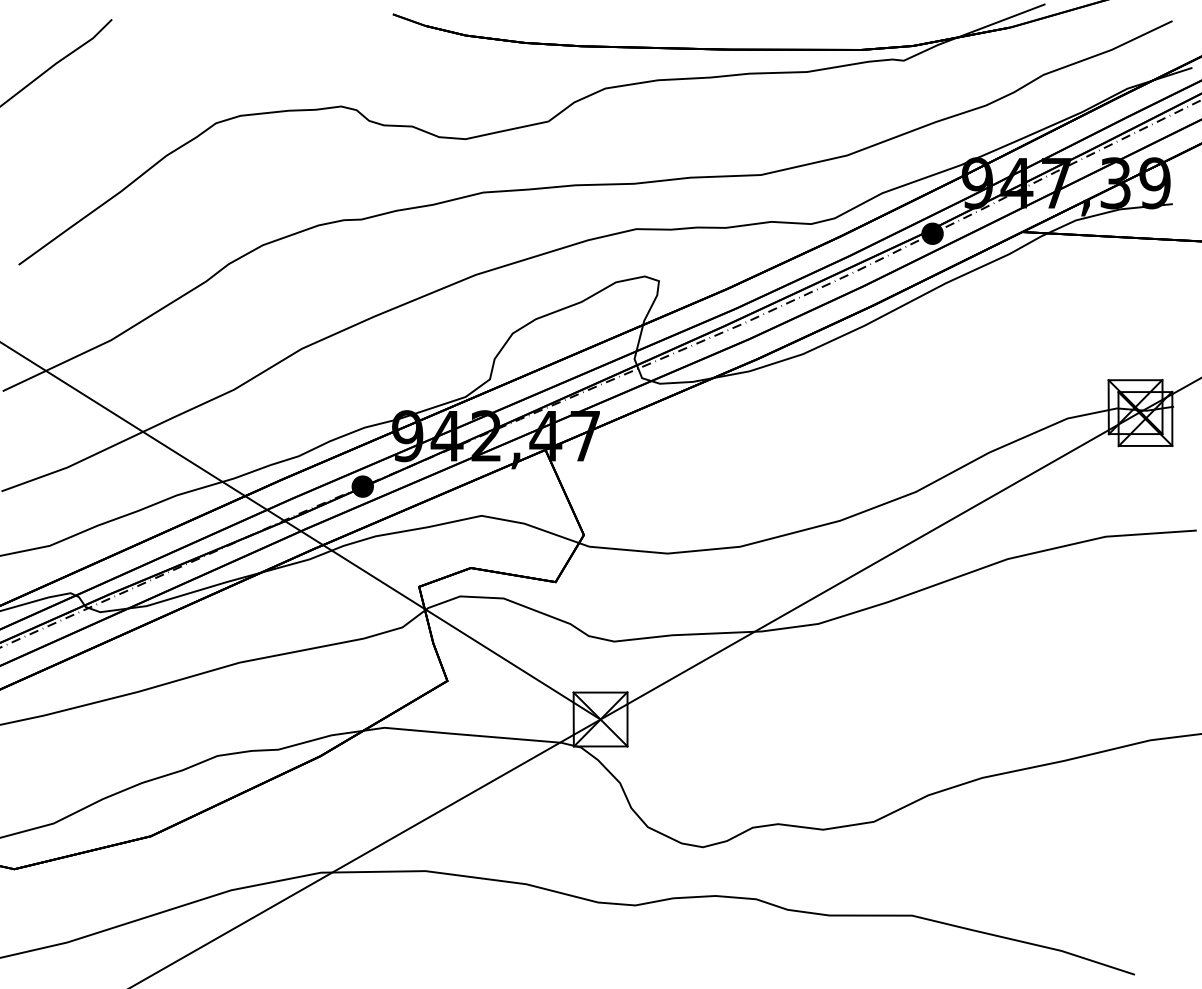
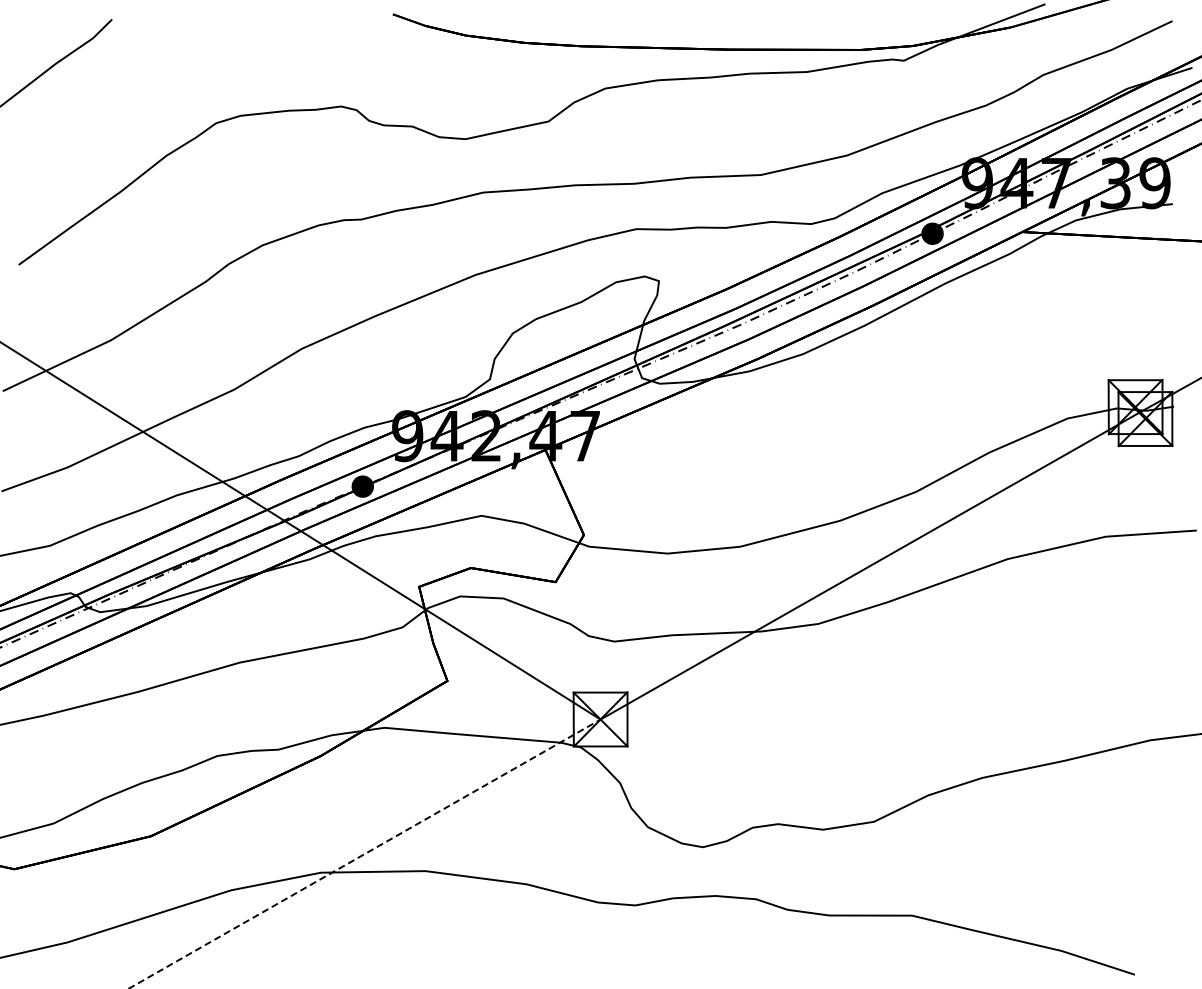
line at (365, 853): solid -> dashed
